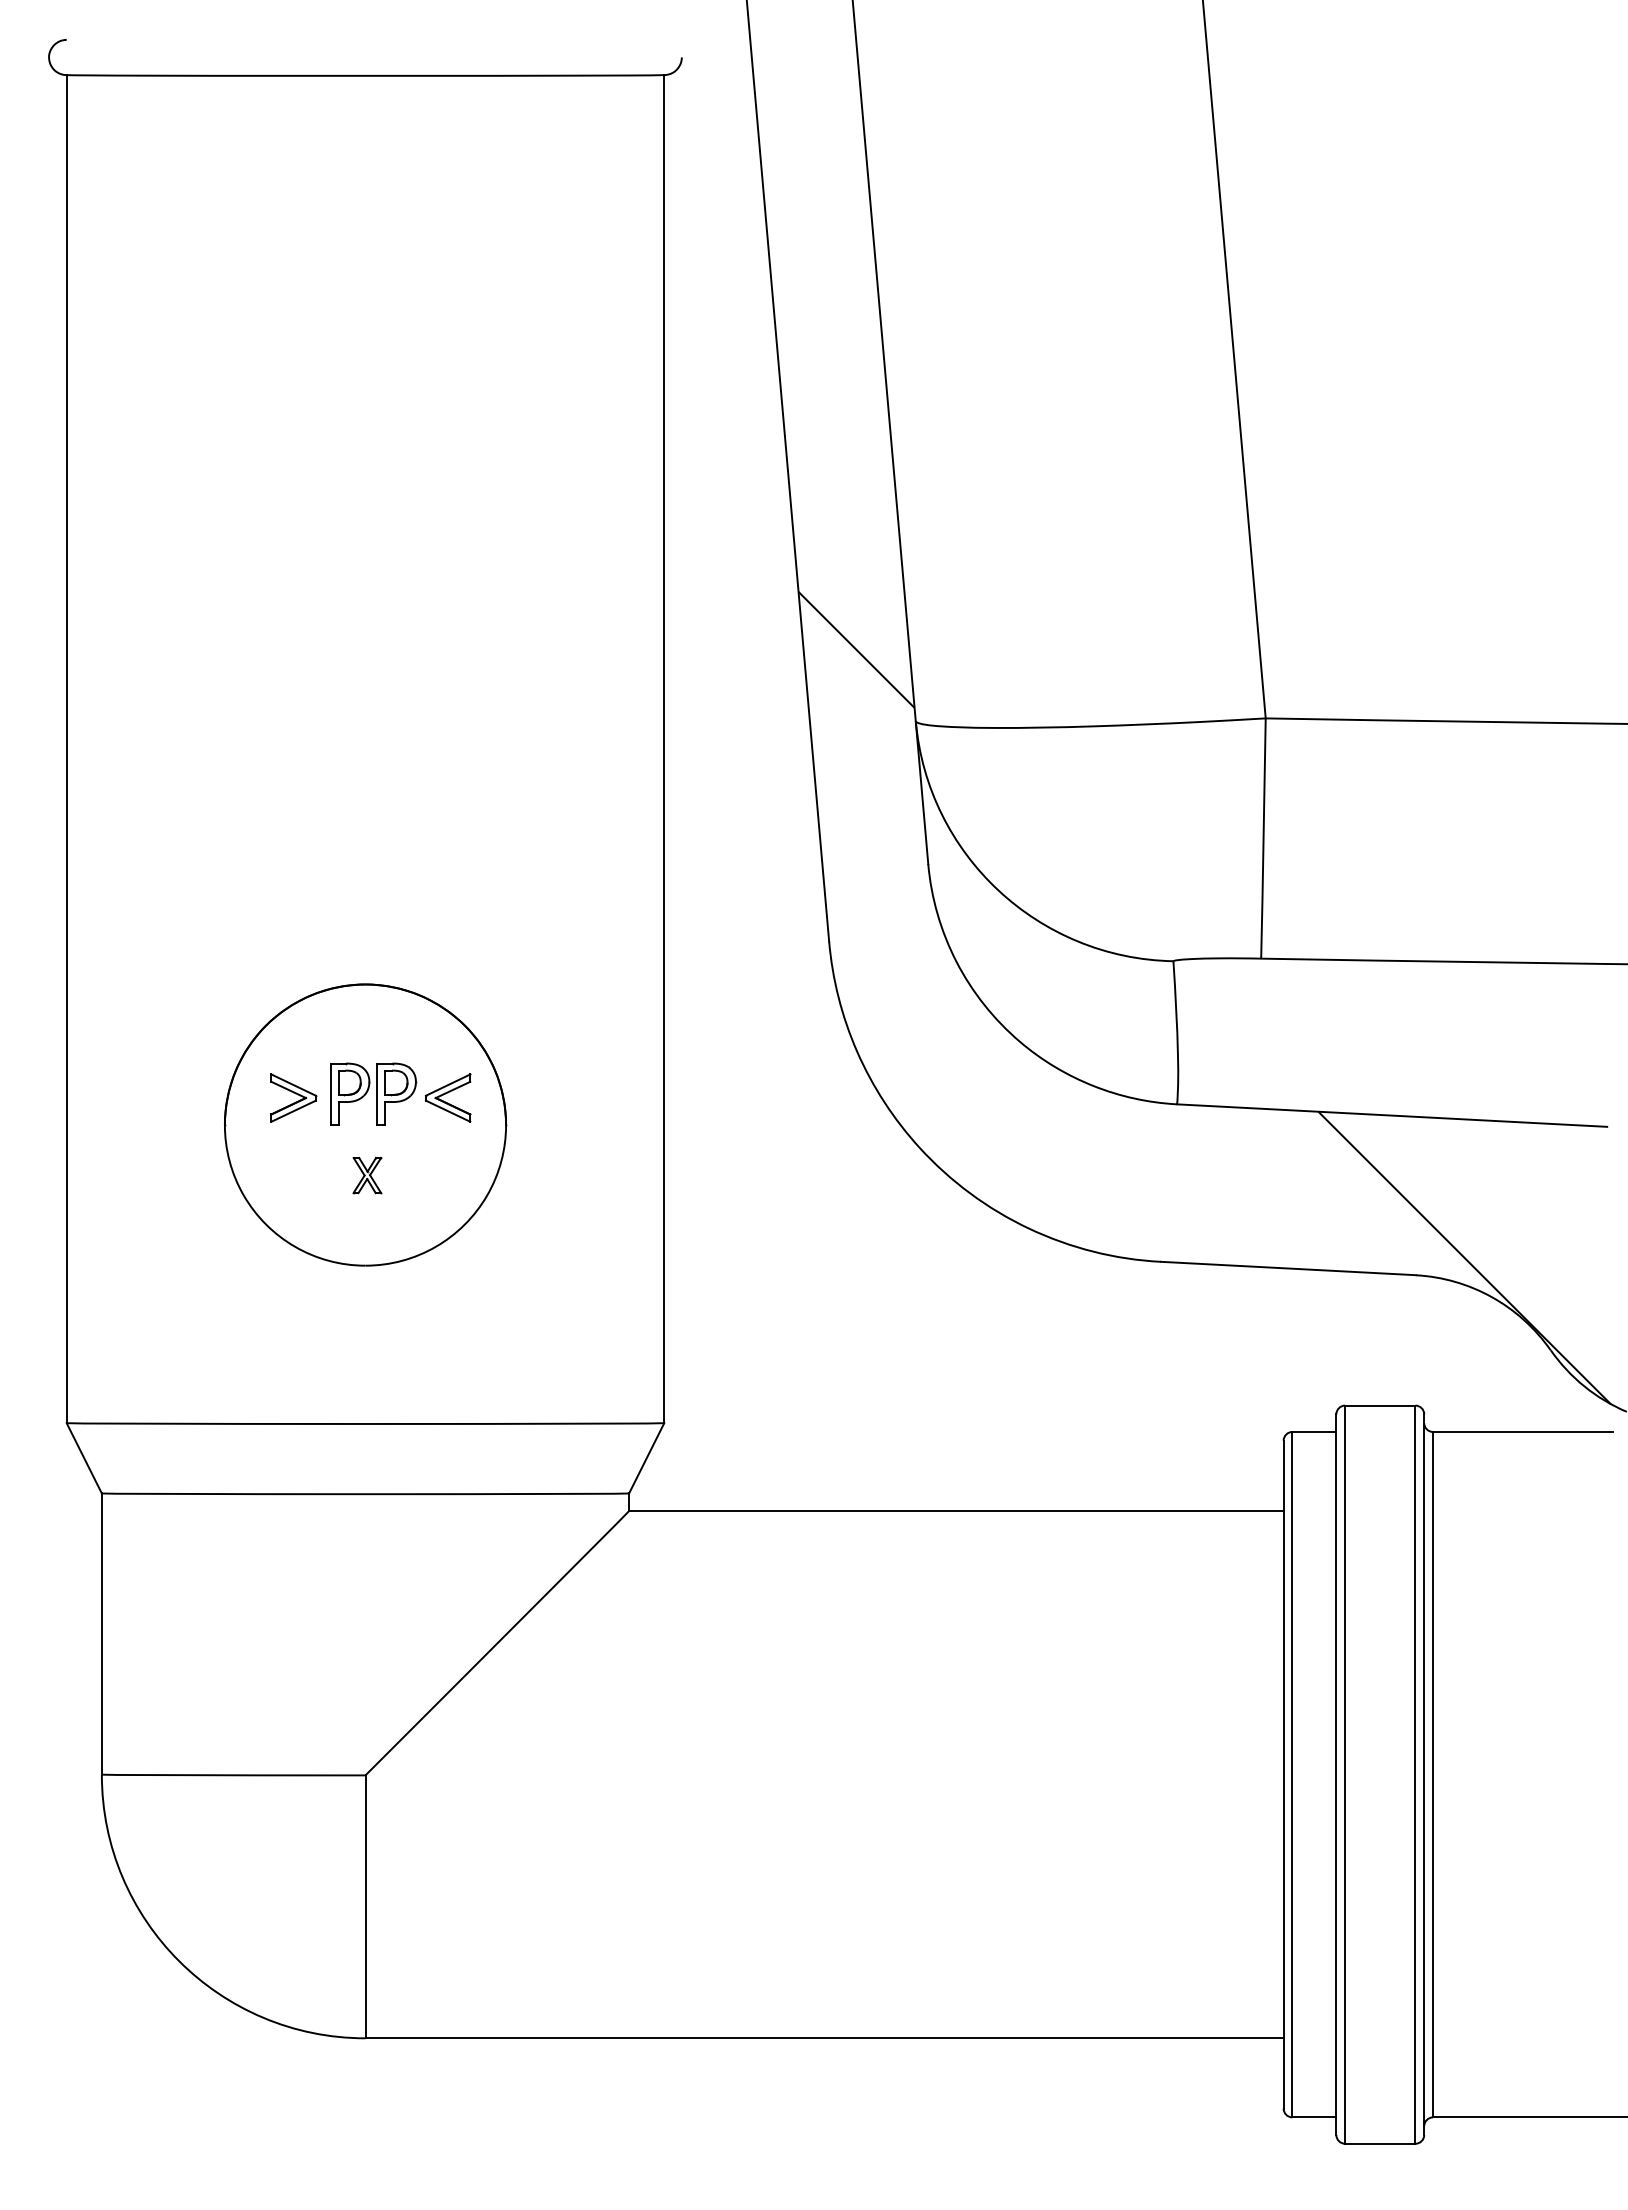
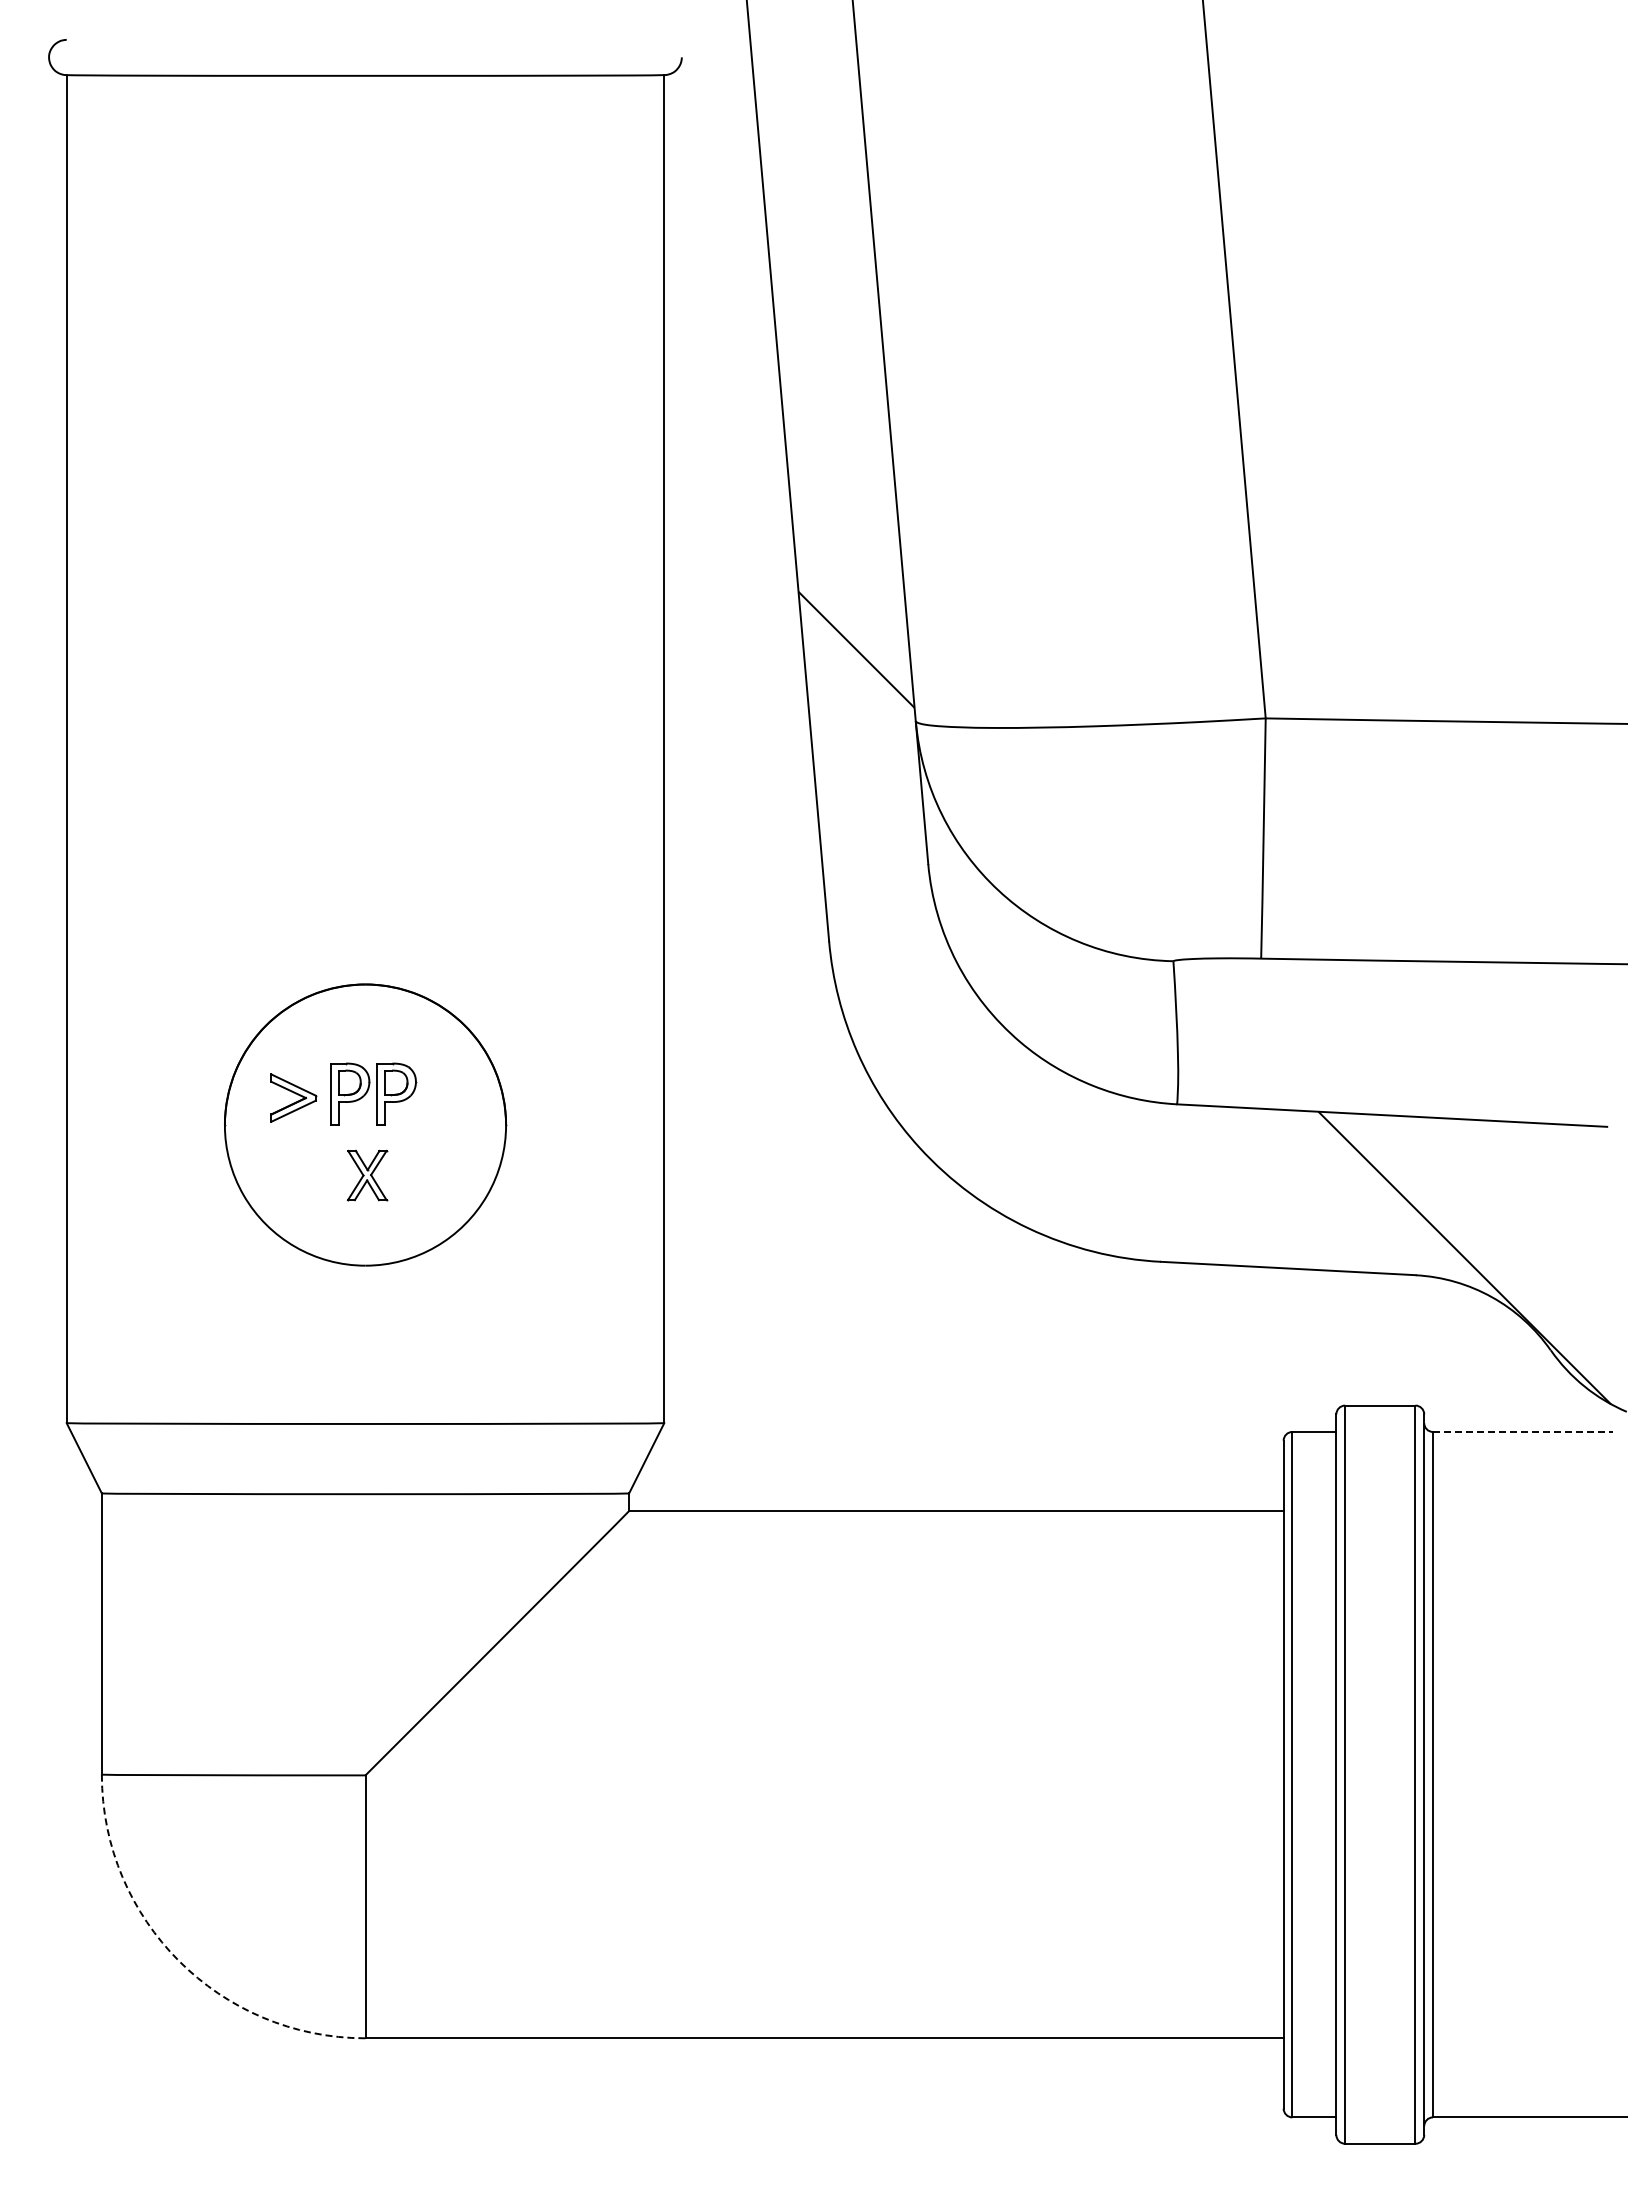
part at (447, 1097): present -> none
part at (367, 1175) size: 31x39 px -> 43x53 px
line at (1523, 1431): solid -> dashed
arc at (179, 1961): solid -> dashed
